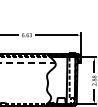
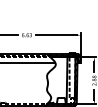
line at (28, 62): dashed -> solid
